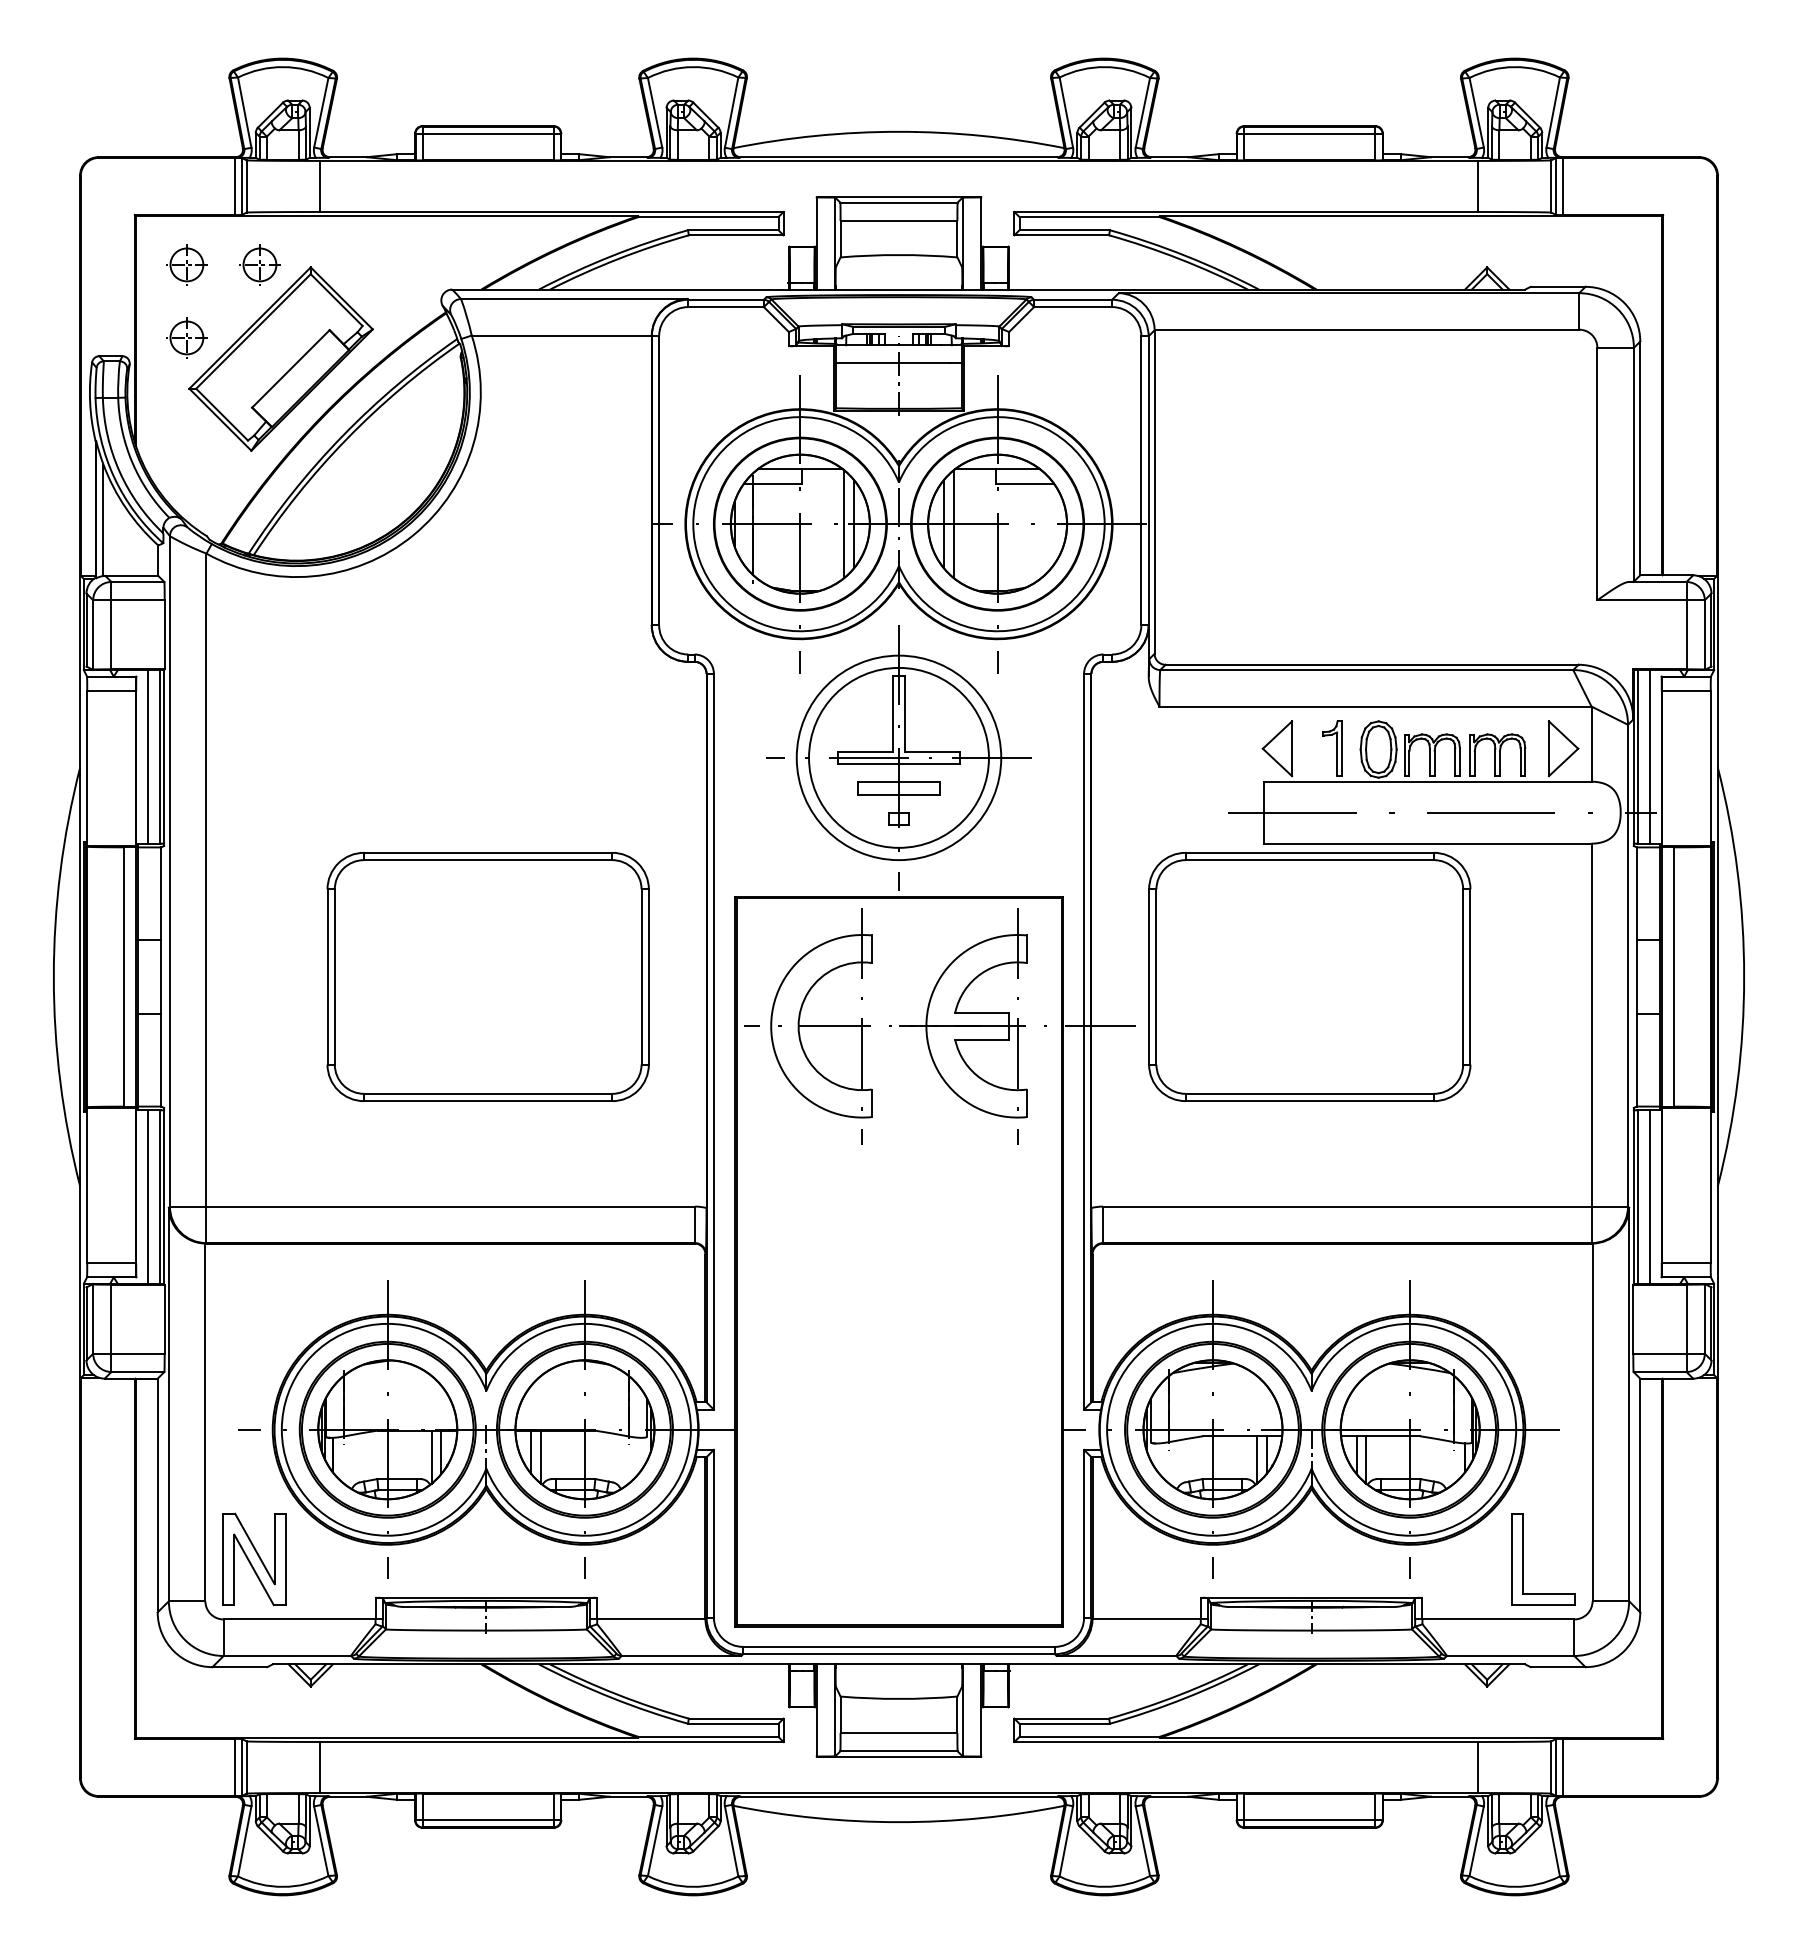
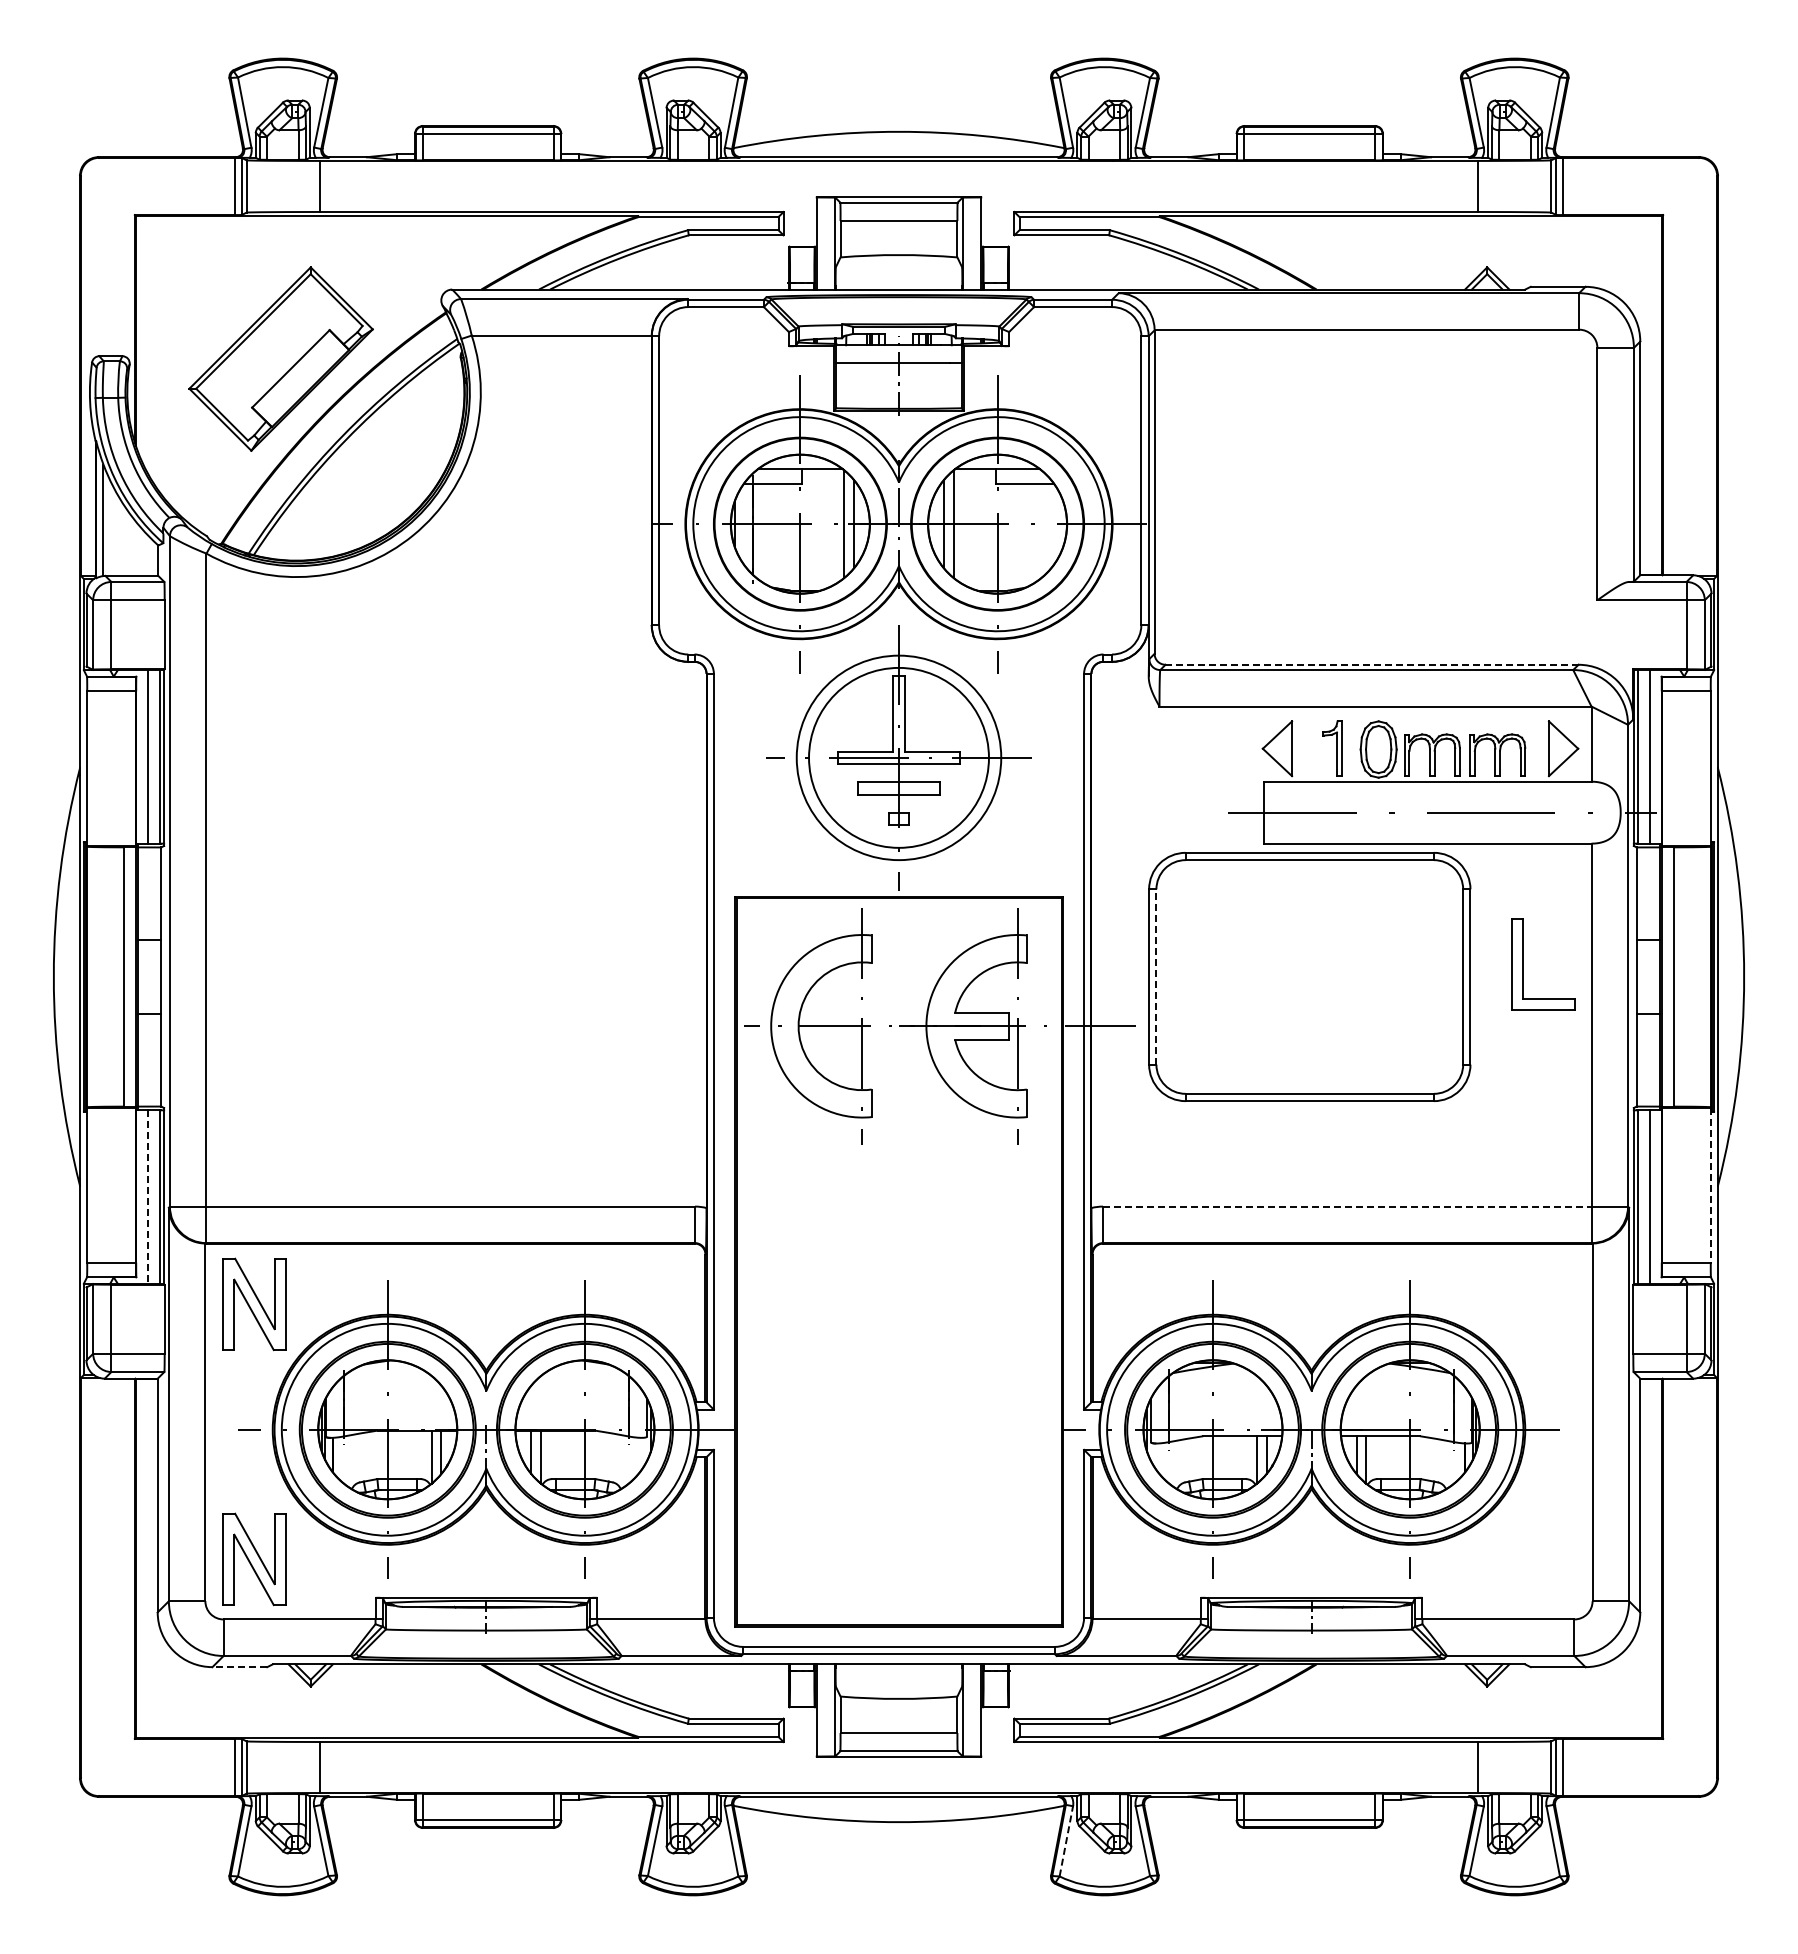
part at (186, 264): present -> none
part at (259, 264): present -> none
part at (186, 337): present -> none
line at (1371, 664): solid -> dashed
part at (487, 976): present -> none
line at (1156, 977): solid -> dashed
line at (1710, 1185): solid -> dashed
line at (147, 1197): solid -> dashed
line at (1347, 1206): solid -> dashed
part at (254, 1304): none -> present
part at (1523, 1559) position: (1523, 1559) -> (1523, 964)
line at (239, 1667): solid -> dashed
line at (1066, 1841): solid -> dashed
